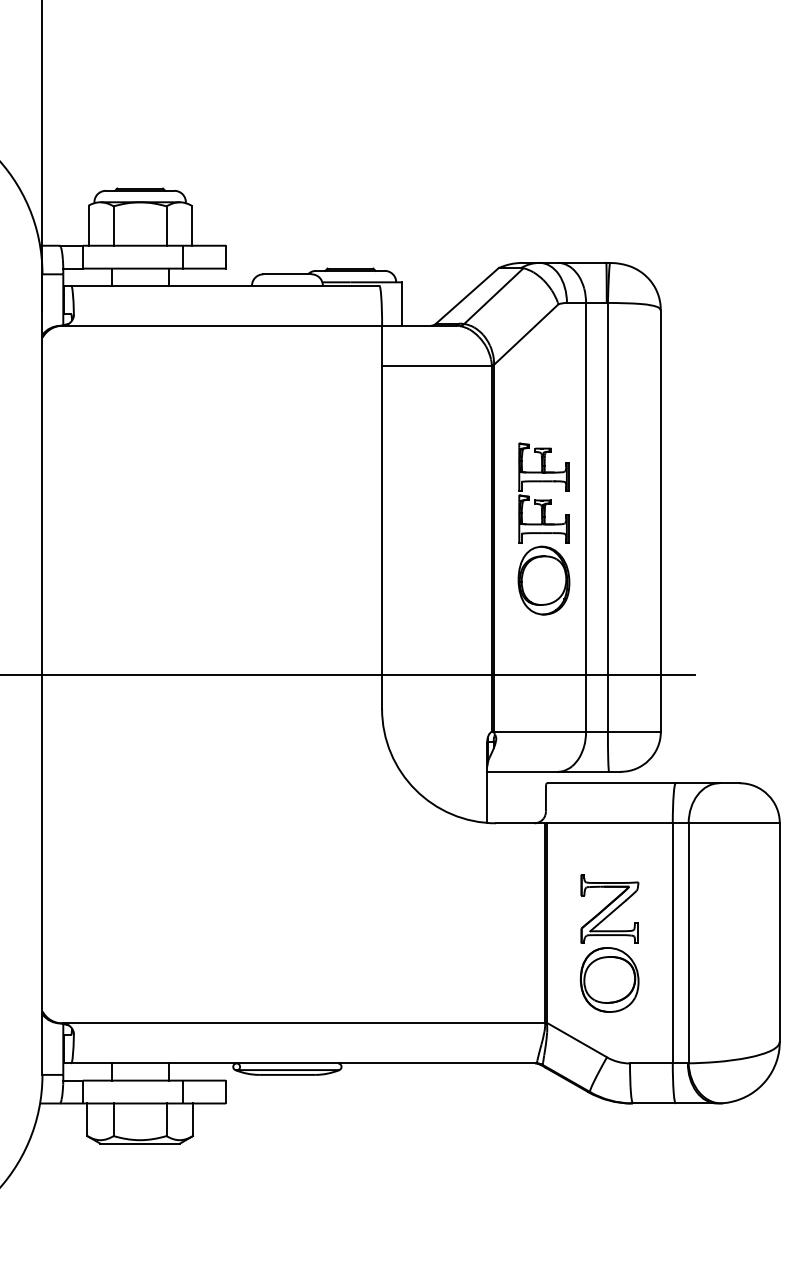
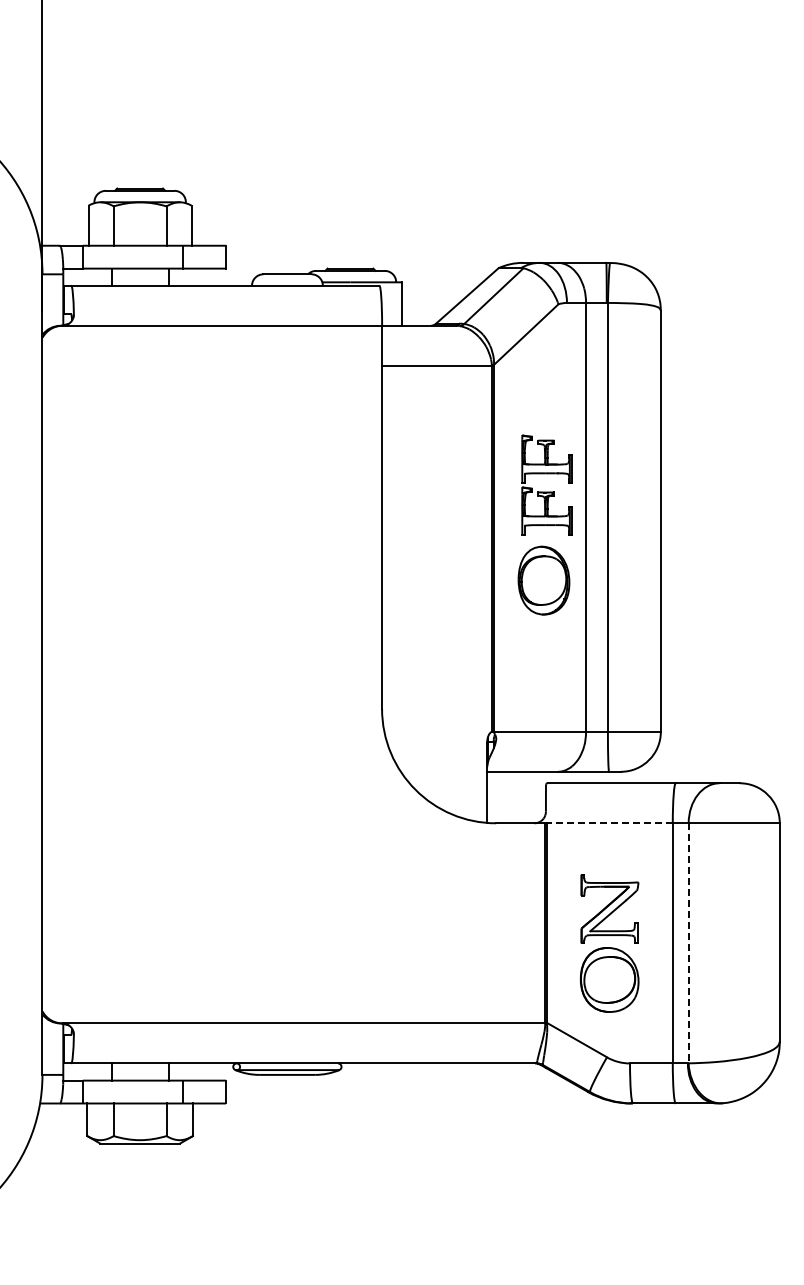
part at (543, 499) position: (543, 499) -> (546, 491)
line at (348, 674): present -> none
line at (609, 823): solid -> dashed
line at (688, 943): solid -> dashed
